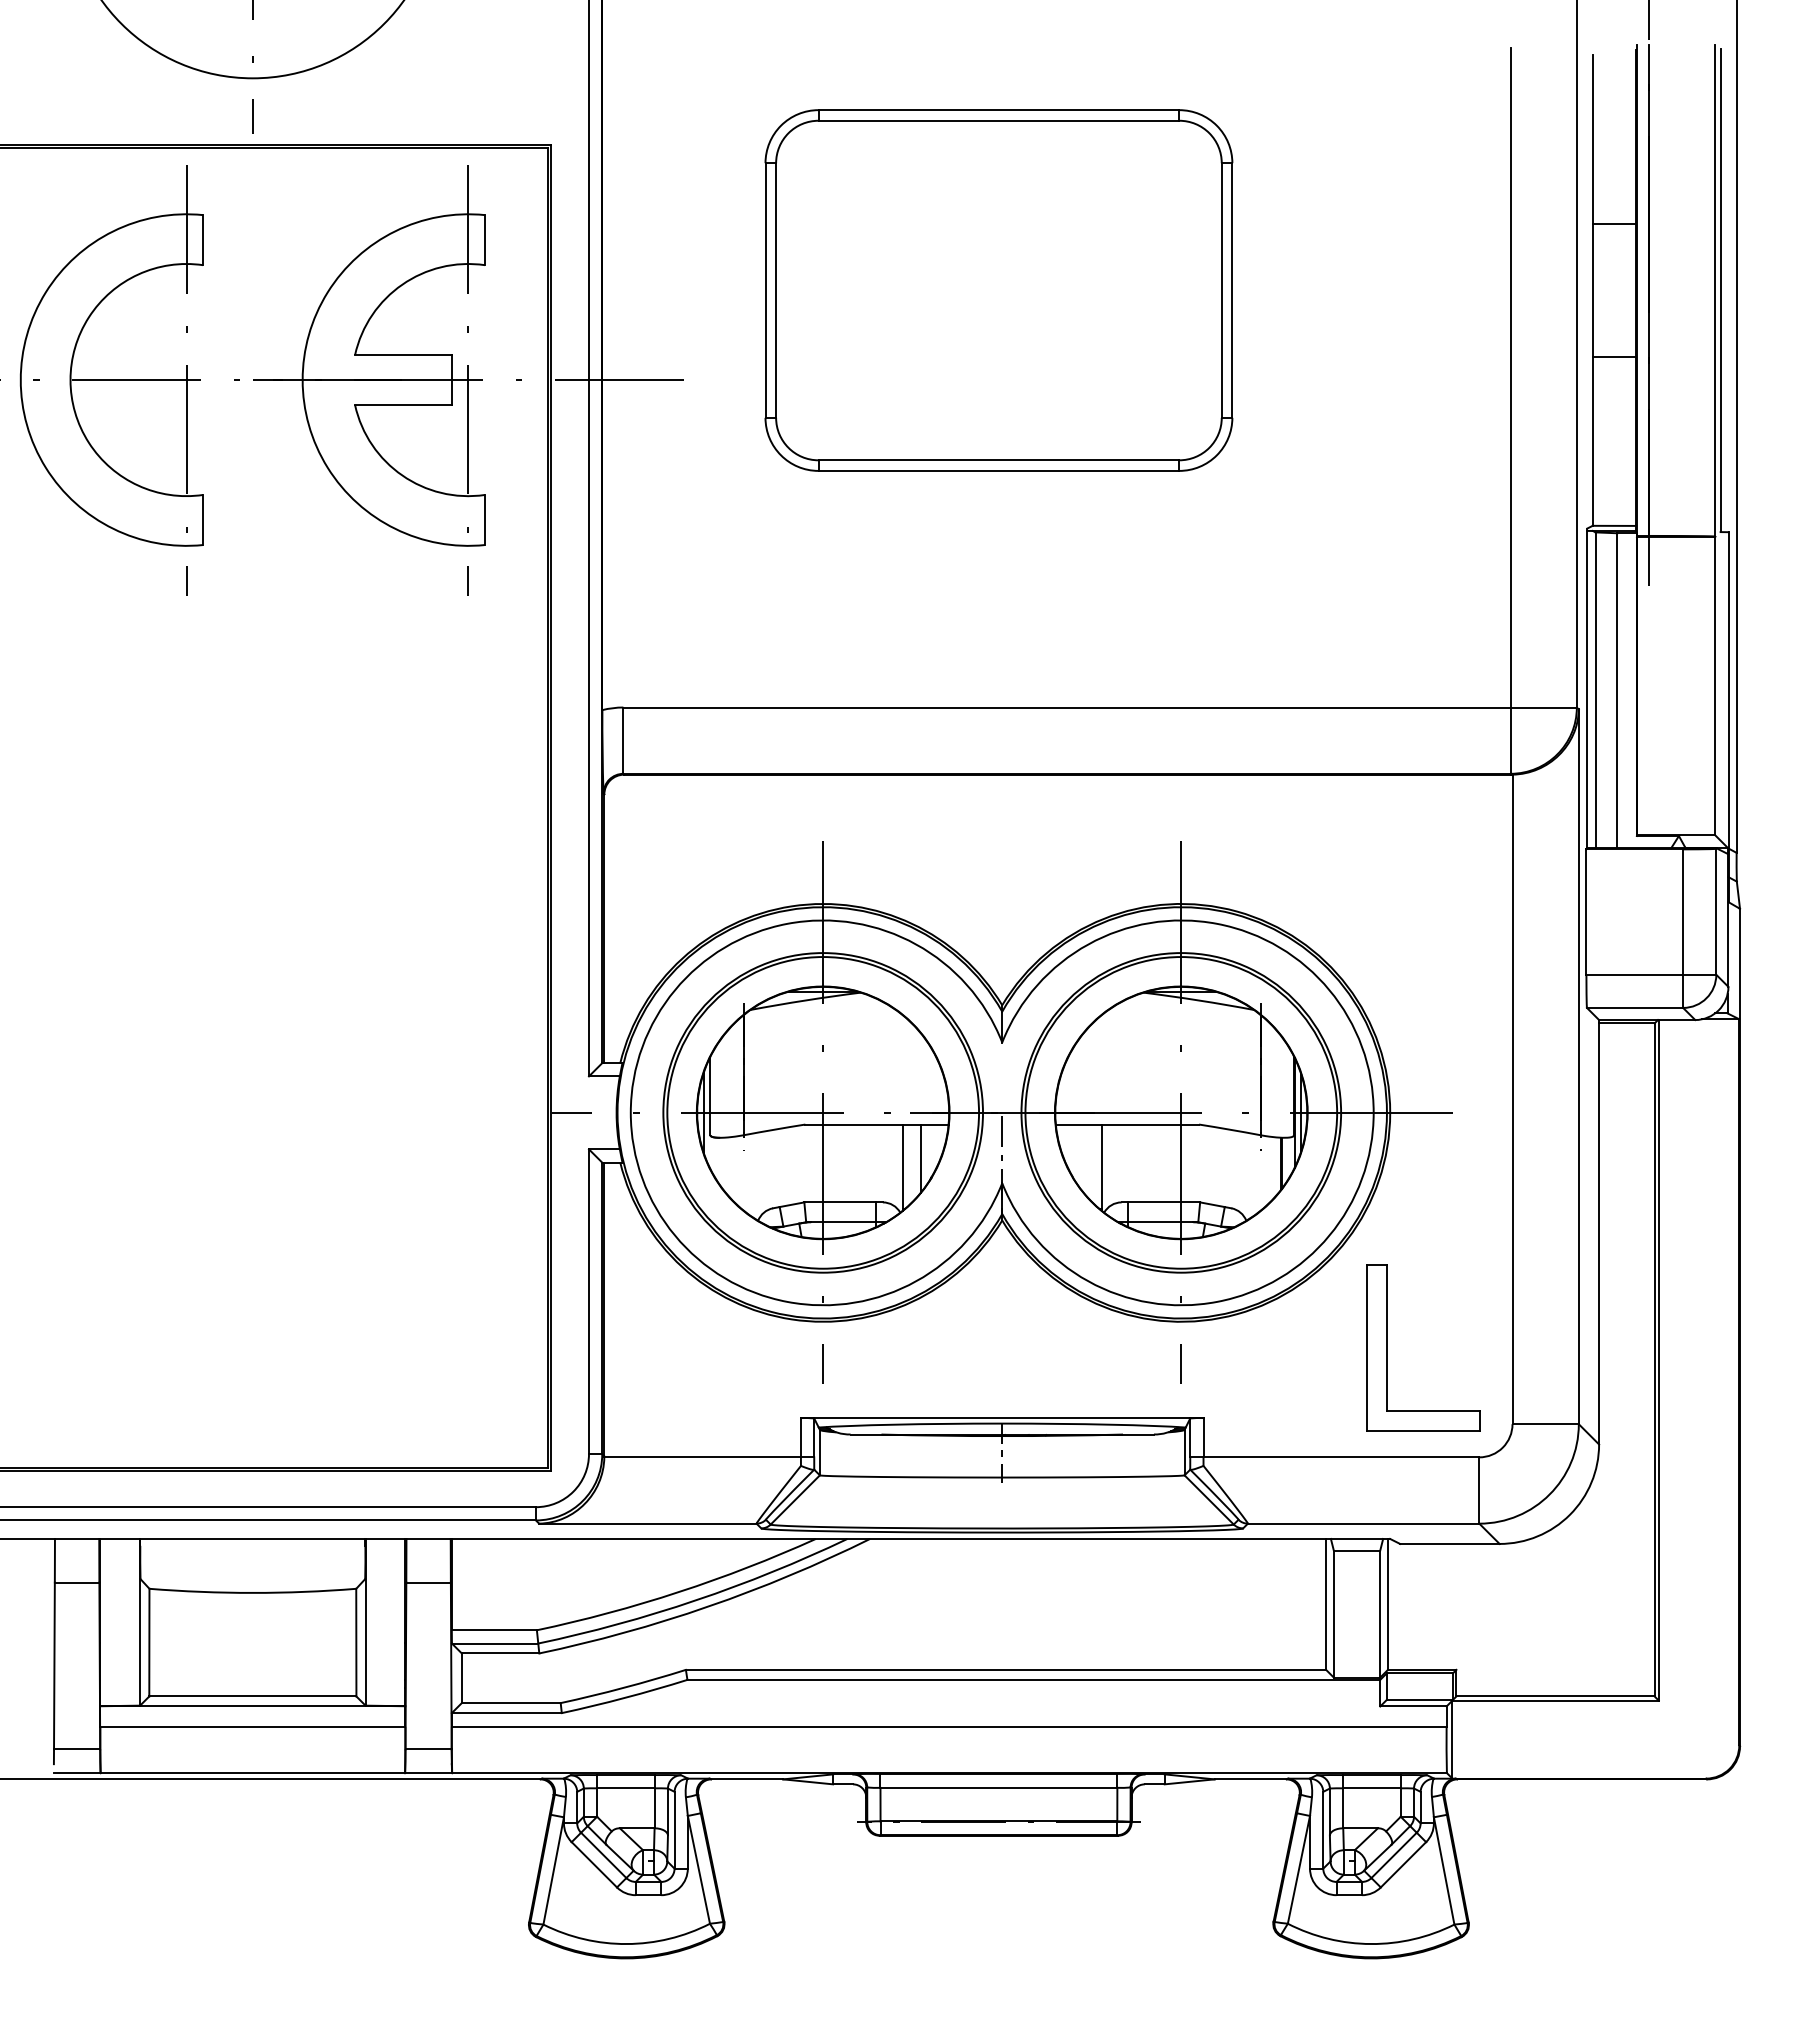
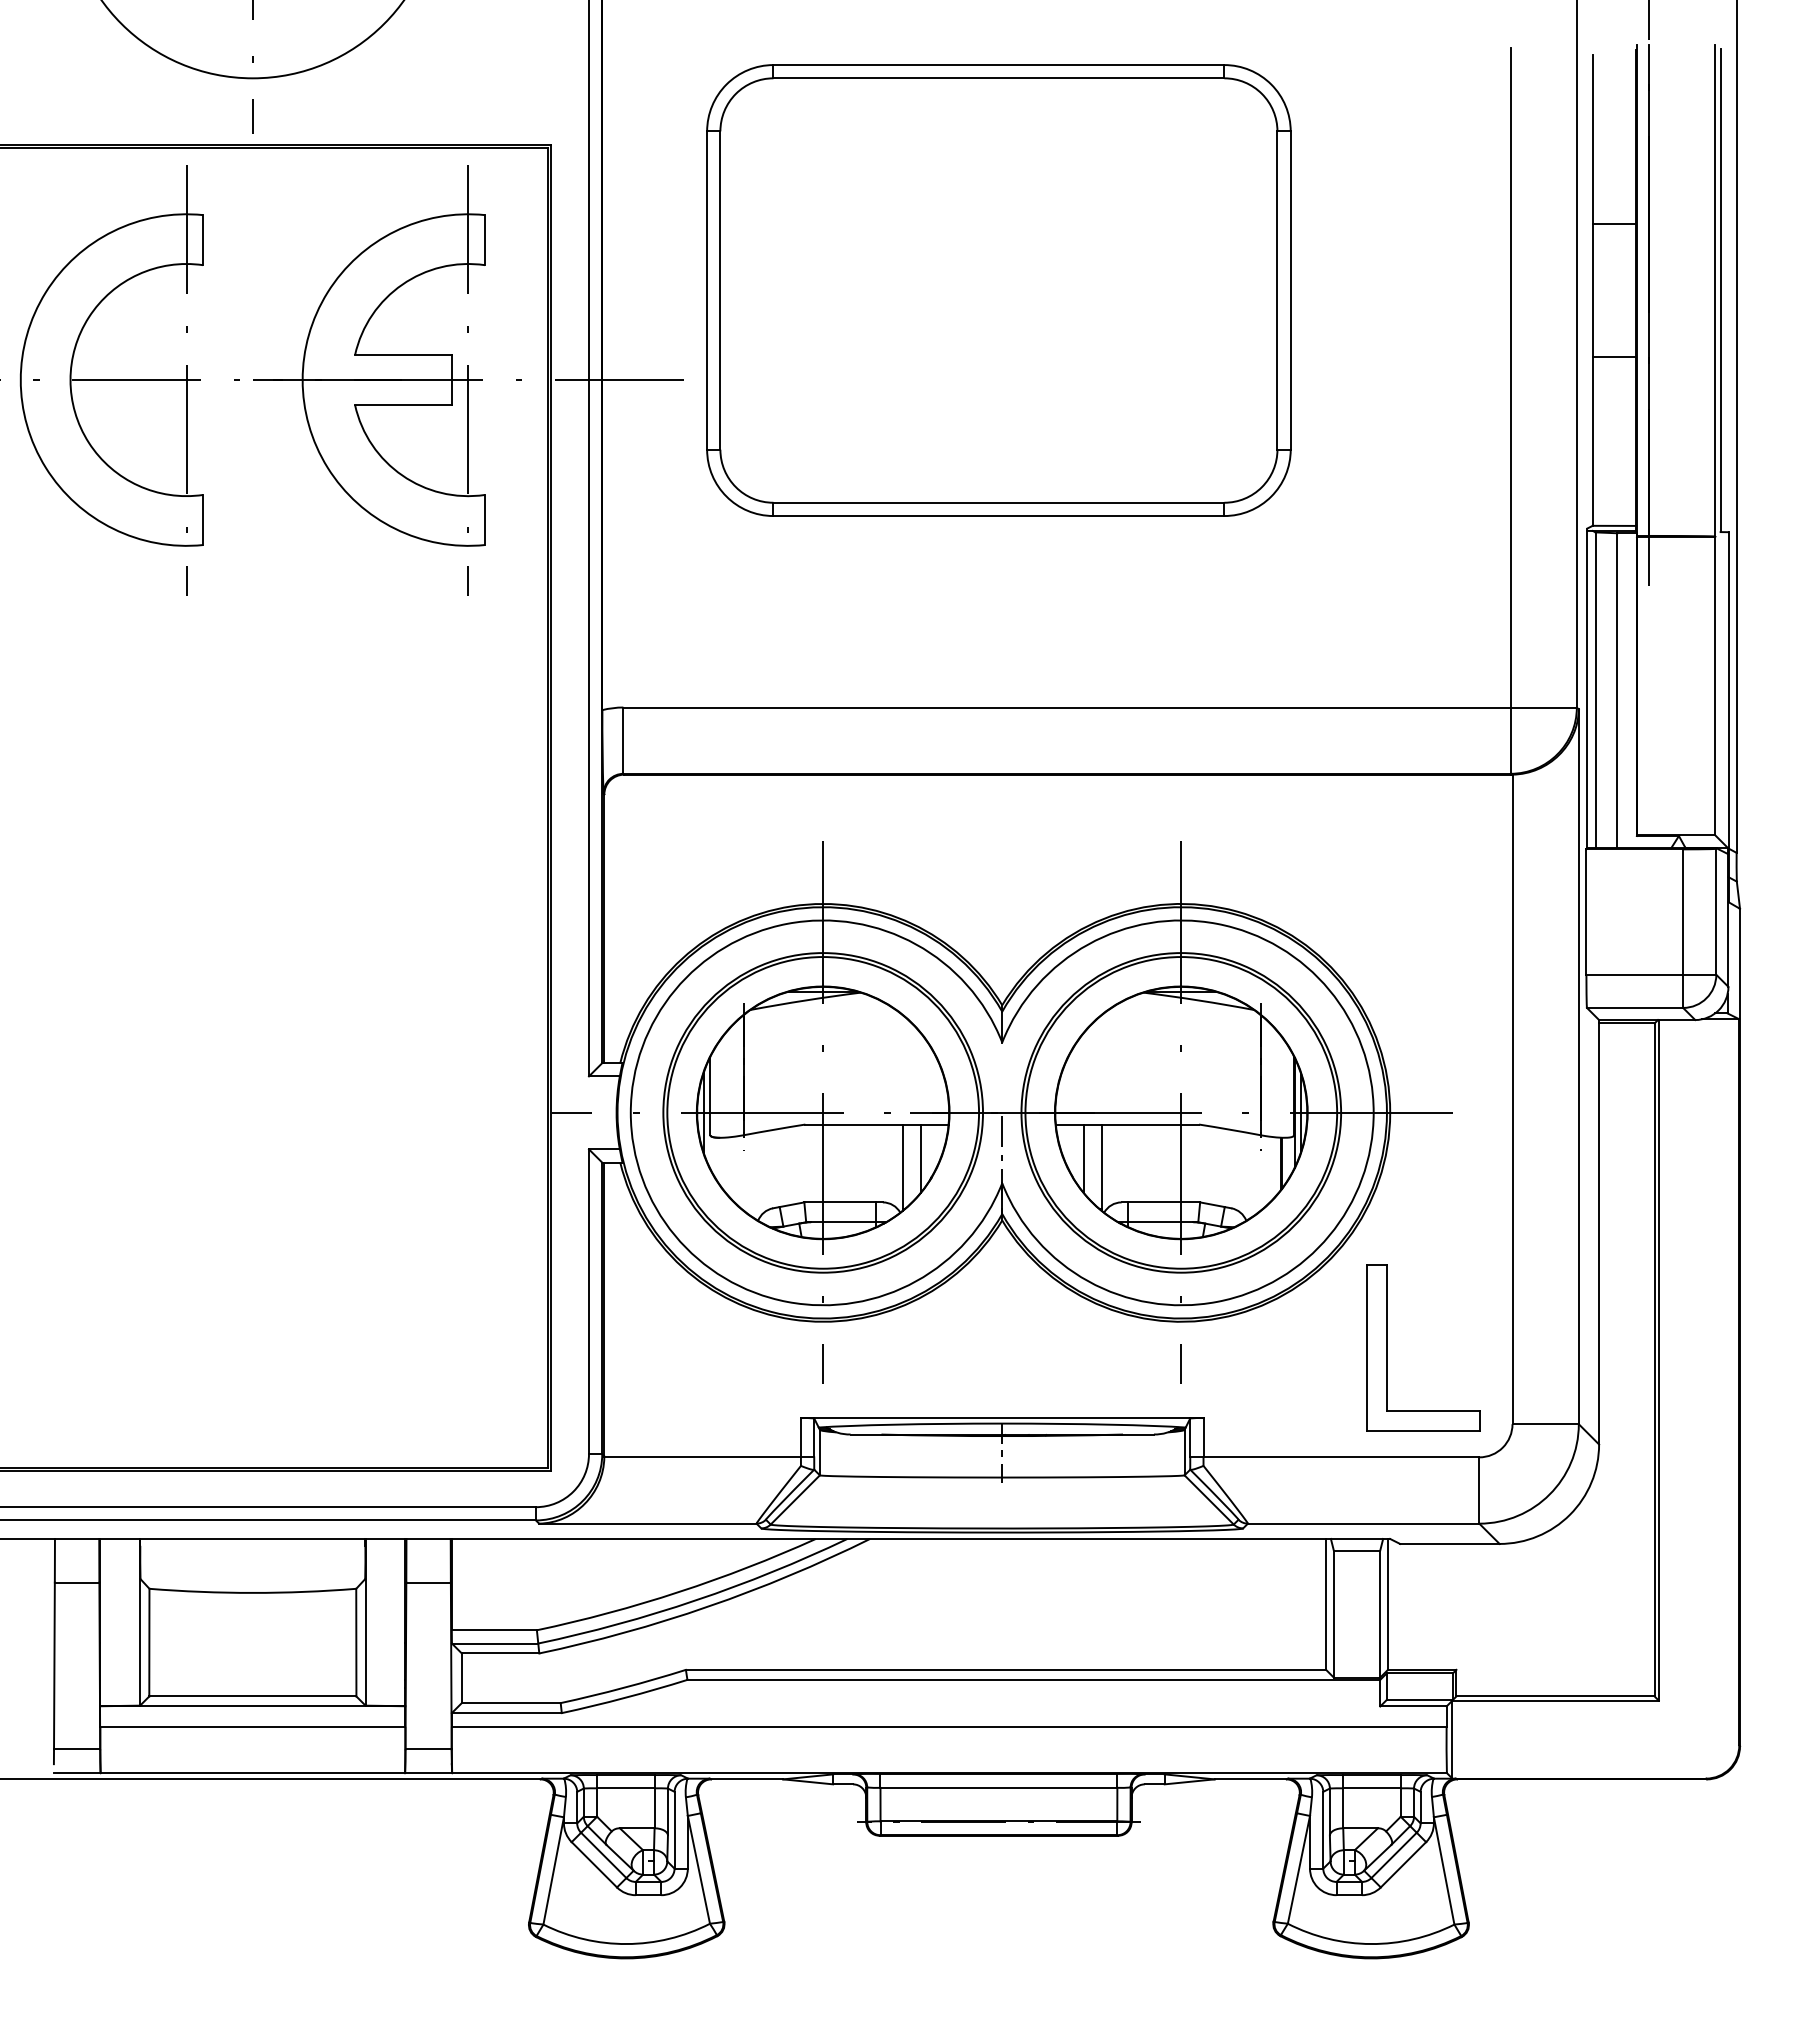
part at (998, 290) size: 470x363 px -> 586x453 px
line at (1083, 1158): none -> present
